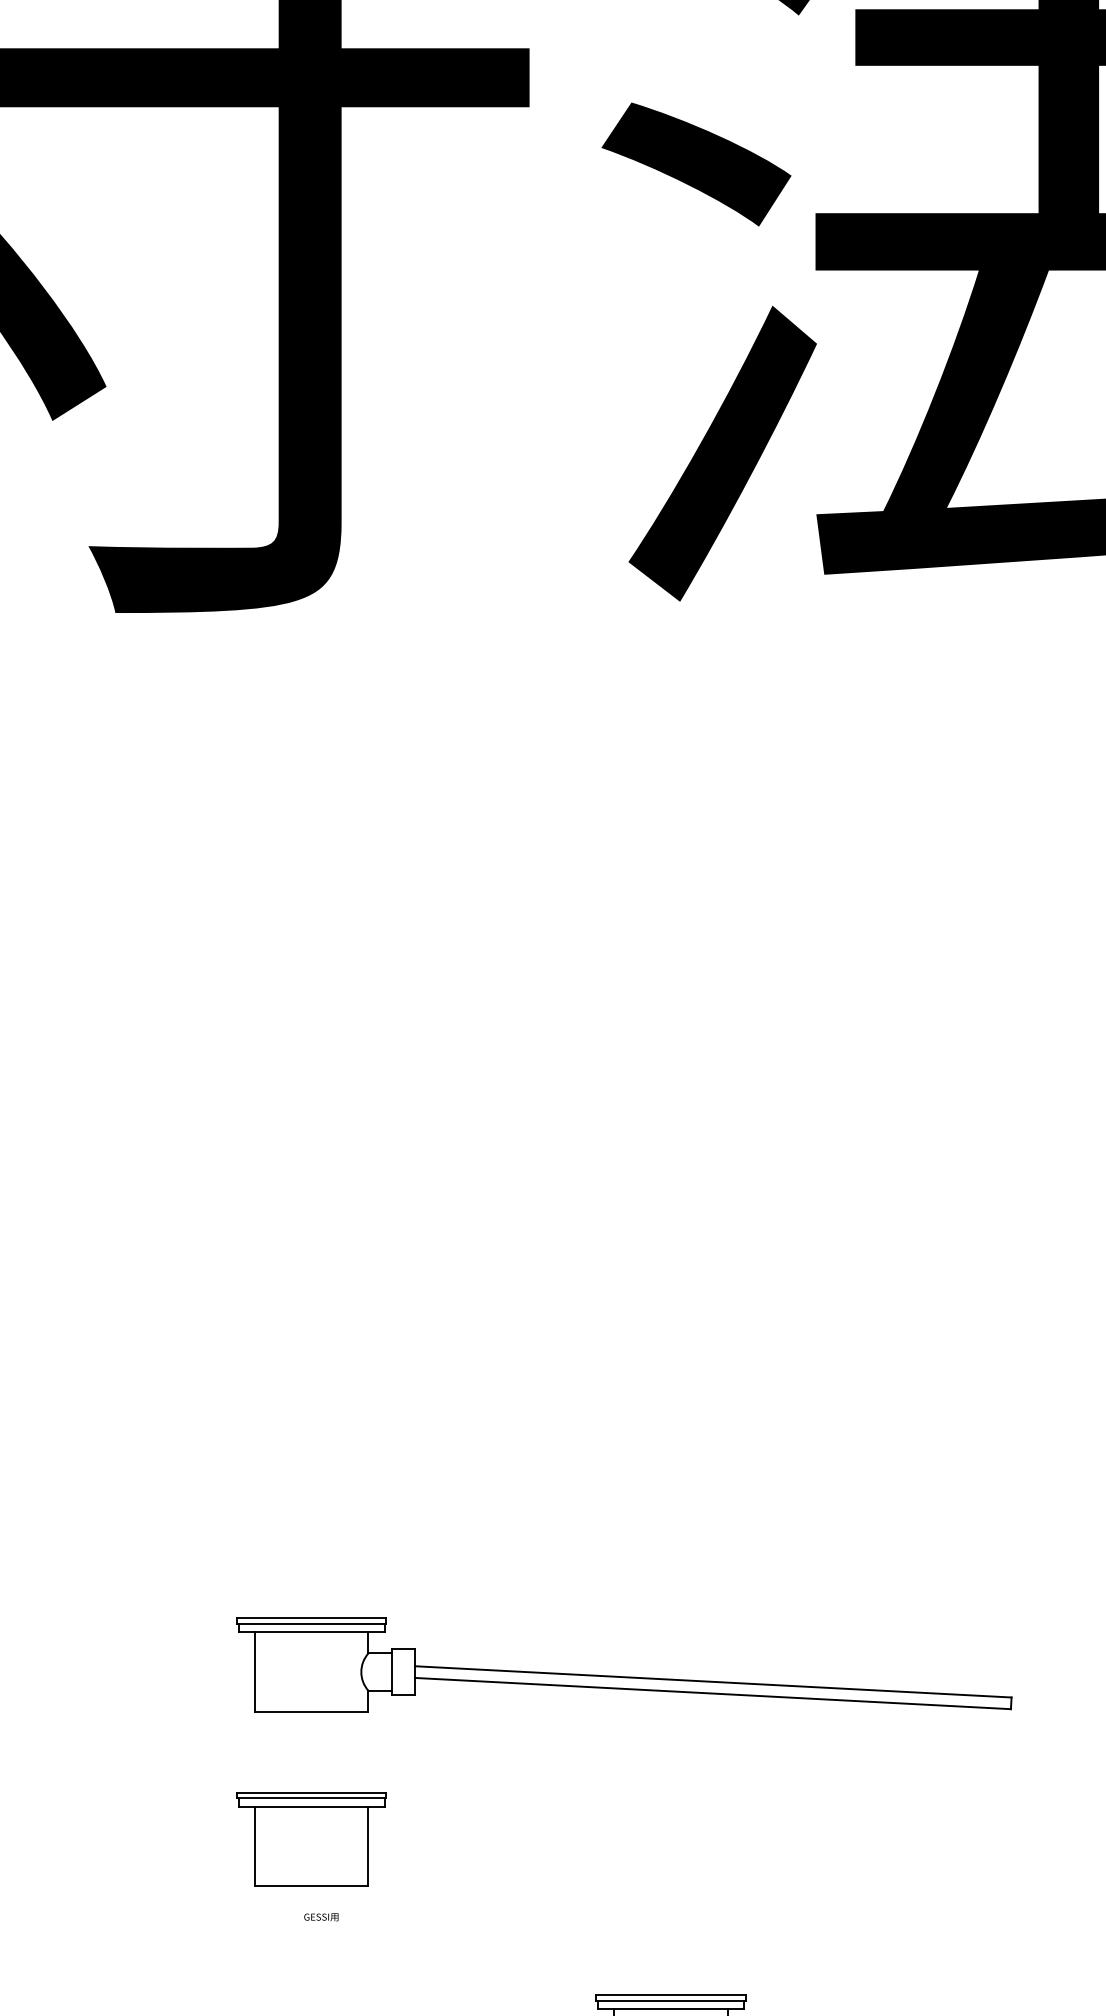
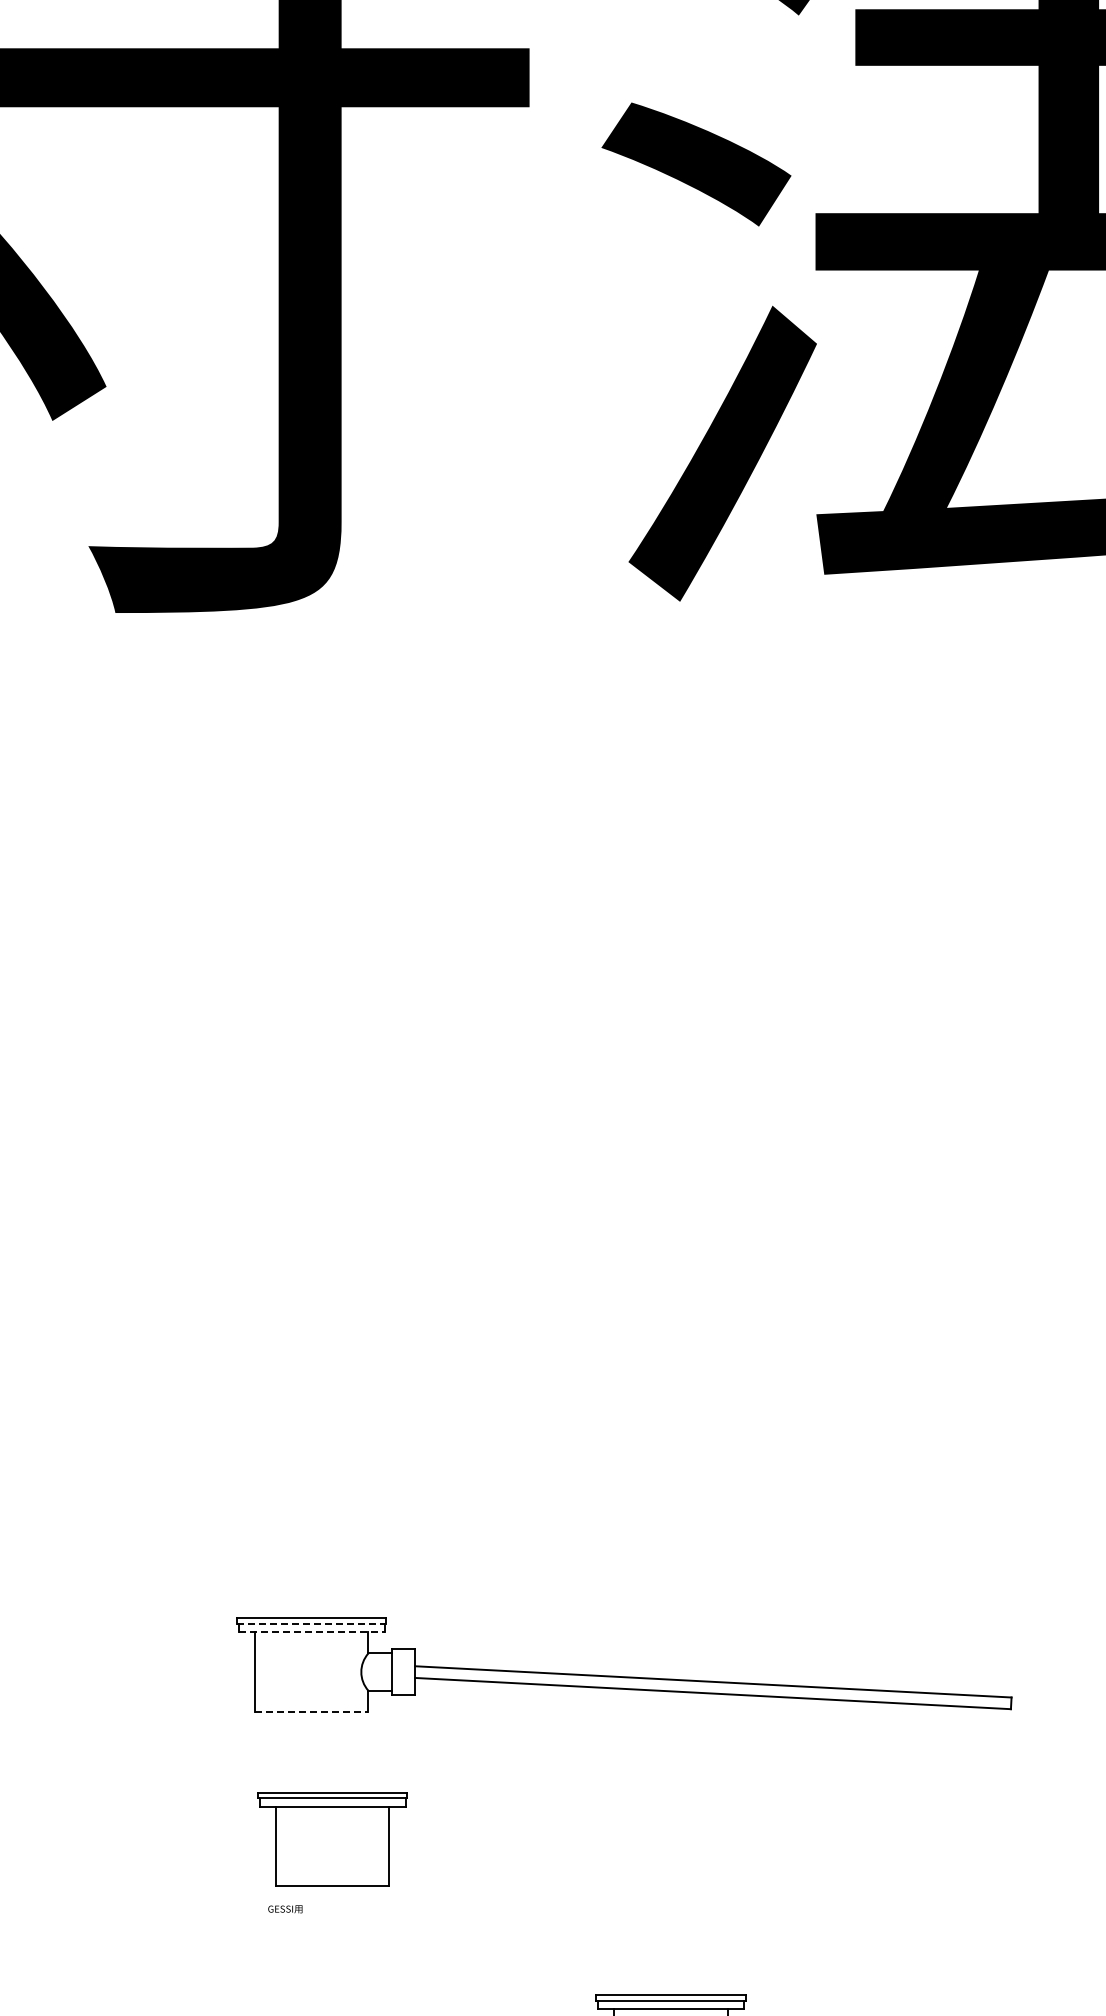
line at (311, 1624): solid -> dashed
line at (312, 1632): solid -> dashed
line at (311, 1711): solid -> dashed
part at (311, 1839) position: (311, 1839) -> (332, 1839)
text at (321, 1917) position: (321, 1917) -> (285, 1909)
